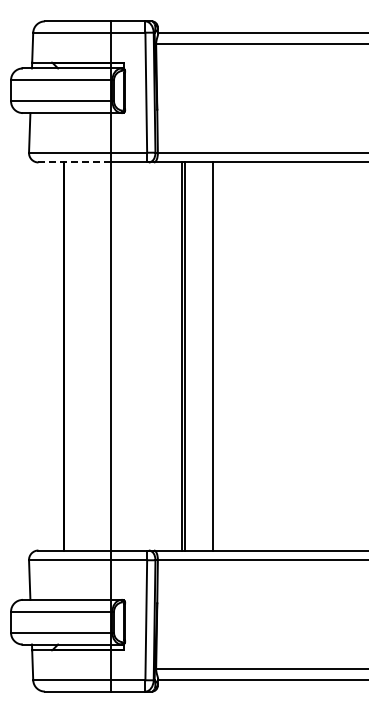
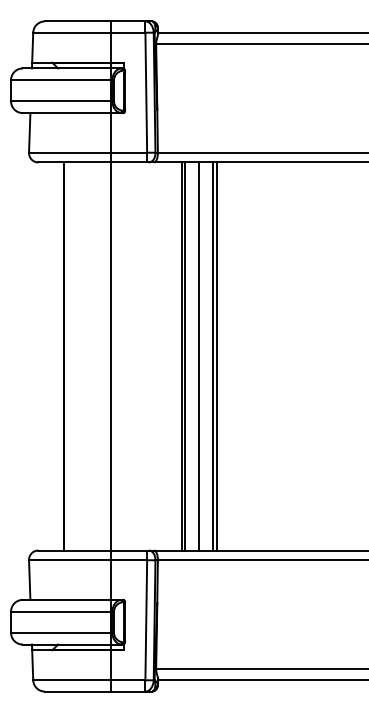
line at (74, 162): dashed -> solid
line at (199, 356): none -> present
line at (216, 356): none -> present
